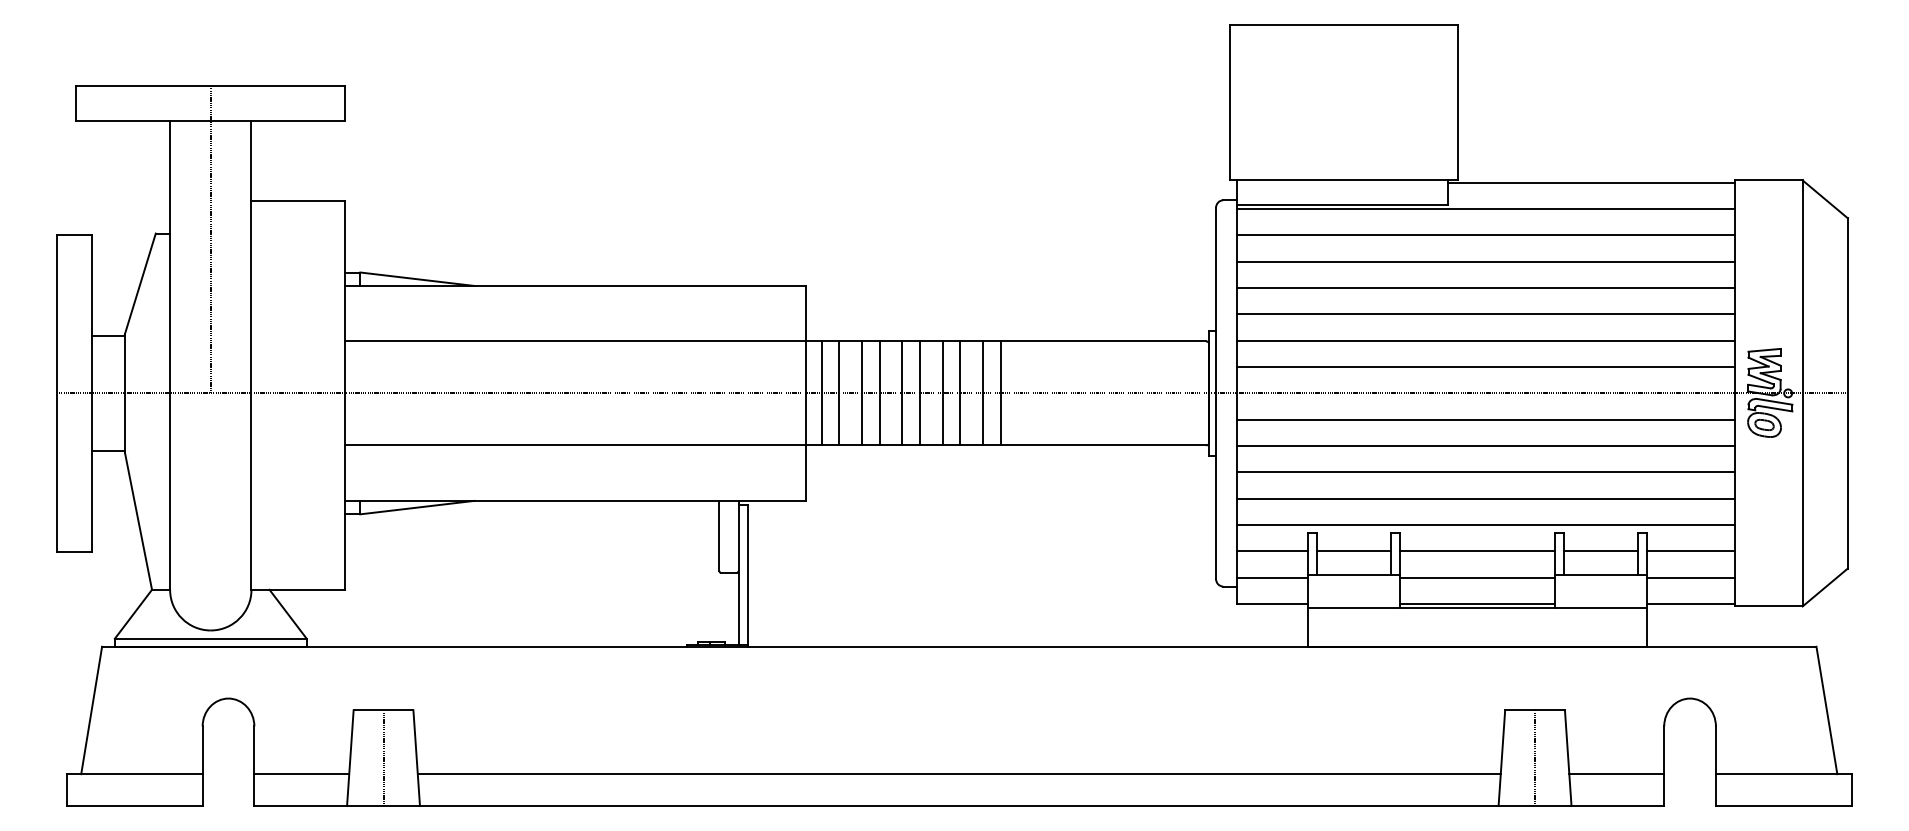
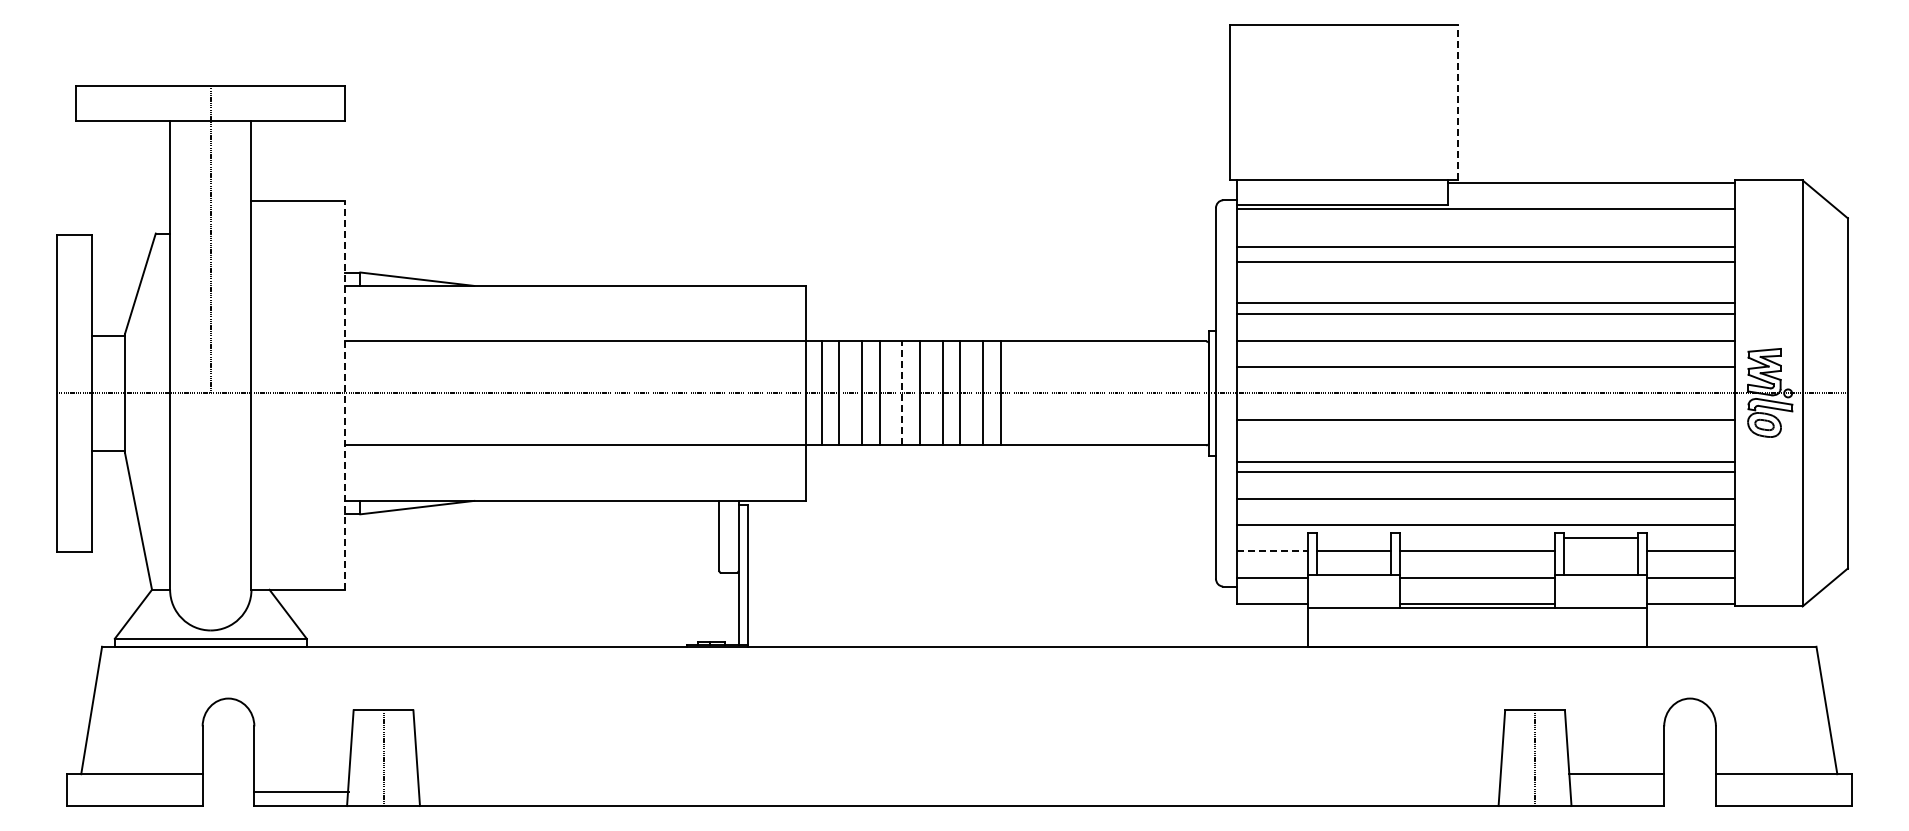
line at (1457, 102): solid -> dashed
line at (1485, 235) position: (1485, 235) -> (1485, 247)
line at (1485, 288) position: (1485, 288) -> (1485, 303)
line at (902, 393): solid -> dashed
line at (345, 394): solid -> dashed
line at (1485, 446) position: (1485, 446) -> (1485, 462)
line at (1273, 551): solid -> dashed
line at (1600, 551) position: (1600, 551) -> (1600, 538)
line at (301, 774) position: (301, 774) -> (301, 792)
line at (958, 774): present -> none
